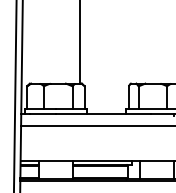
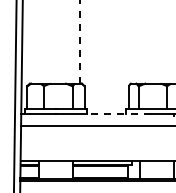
line at (79, 41): solid -> dashed
line at (118, 113): solid -> dashed
